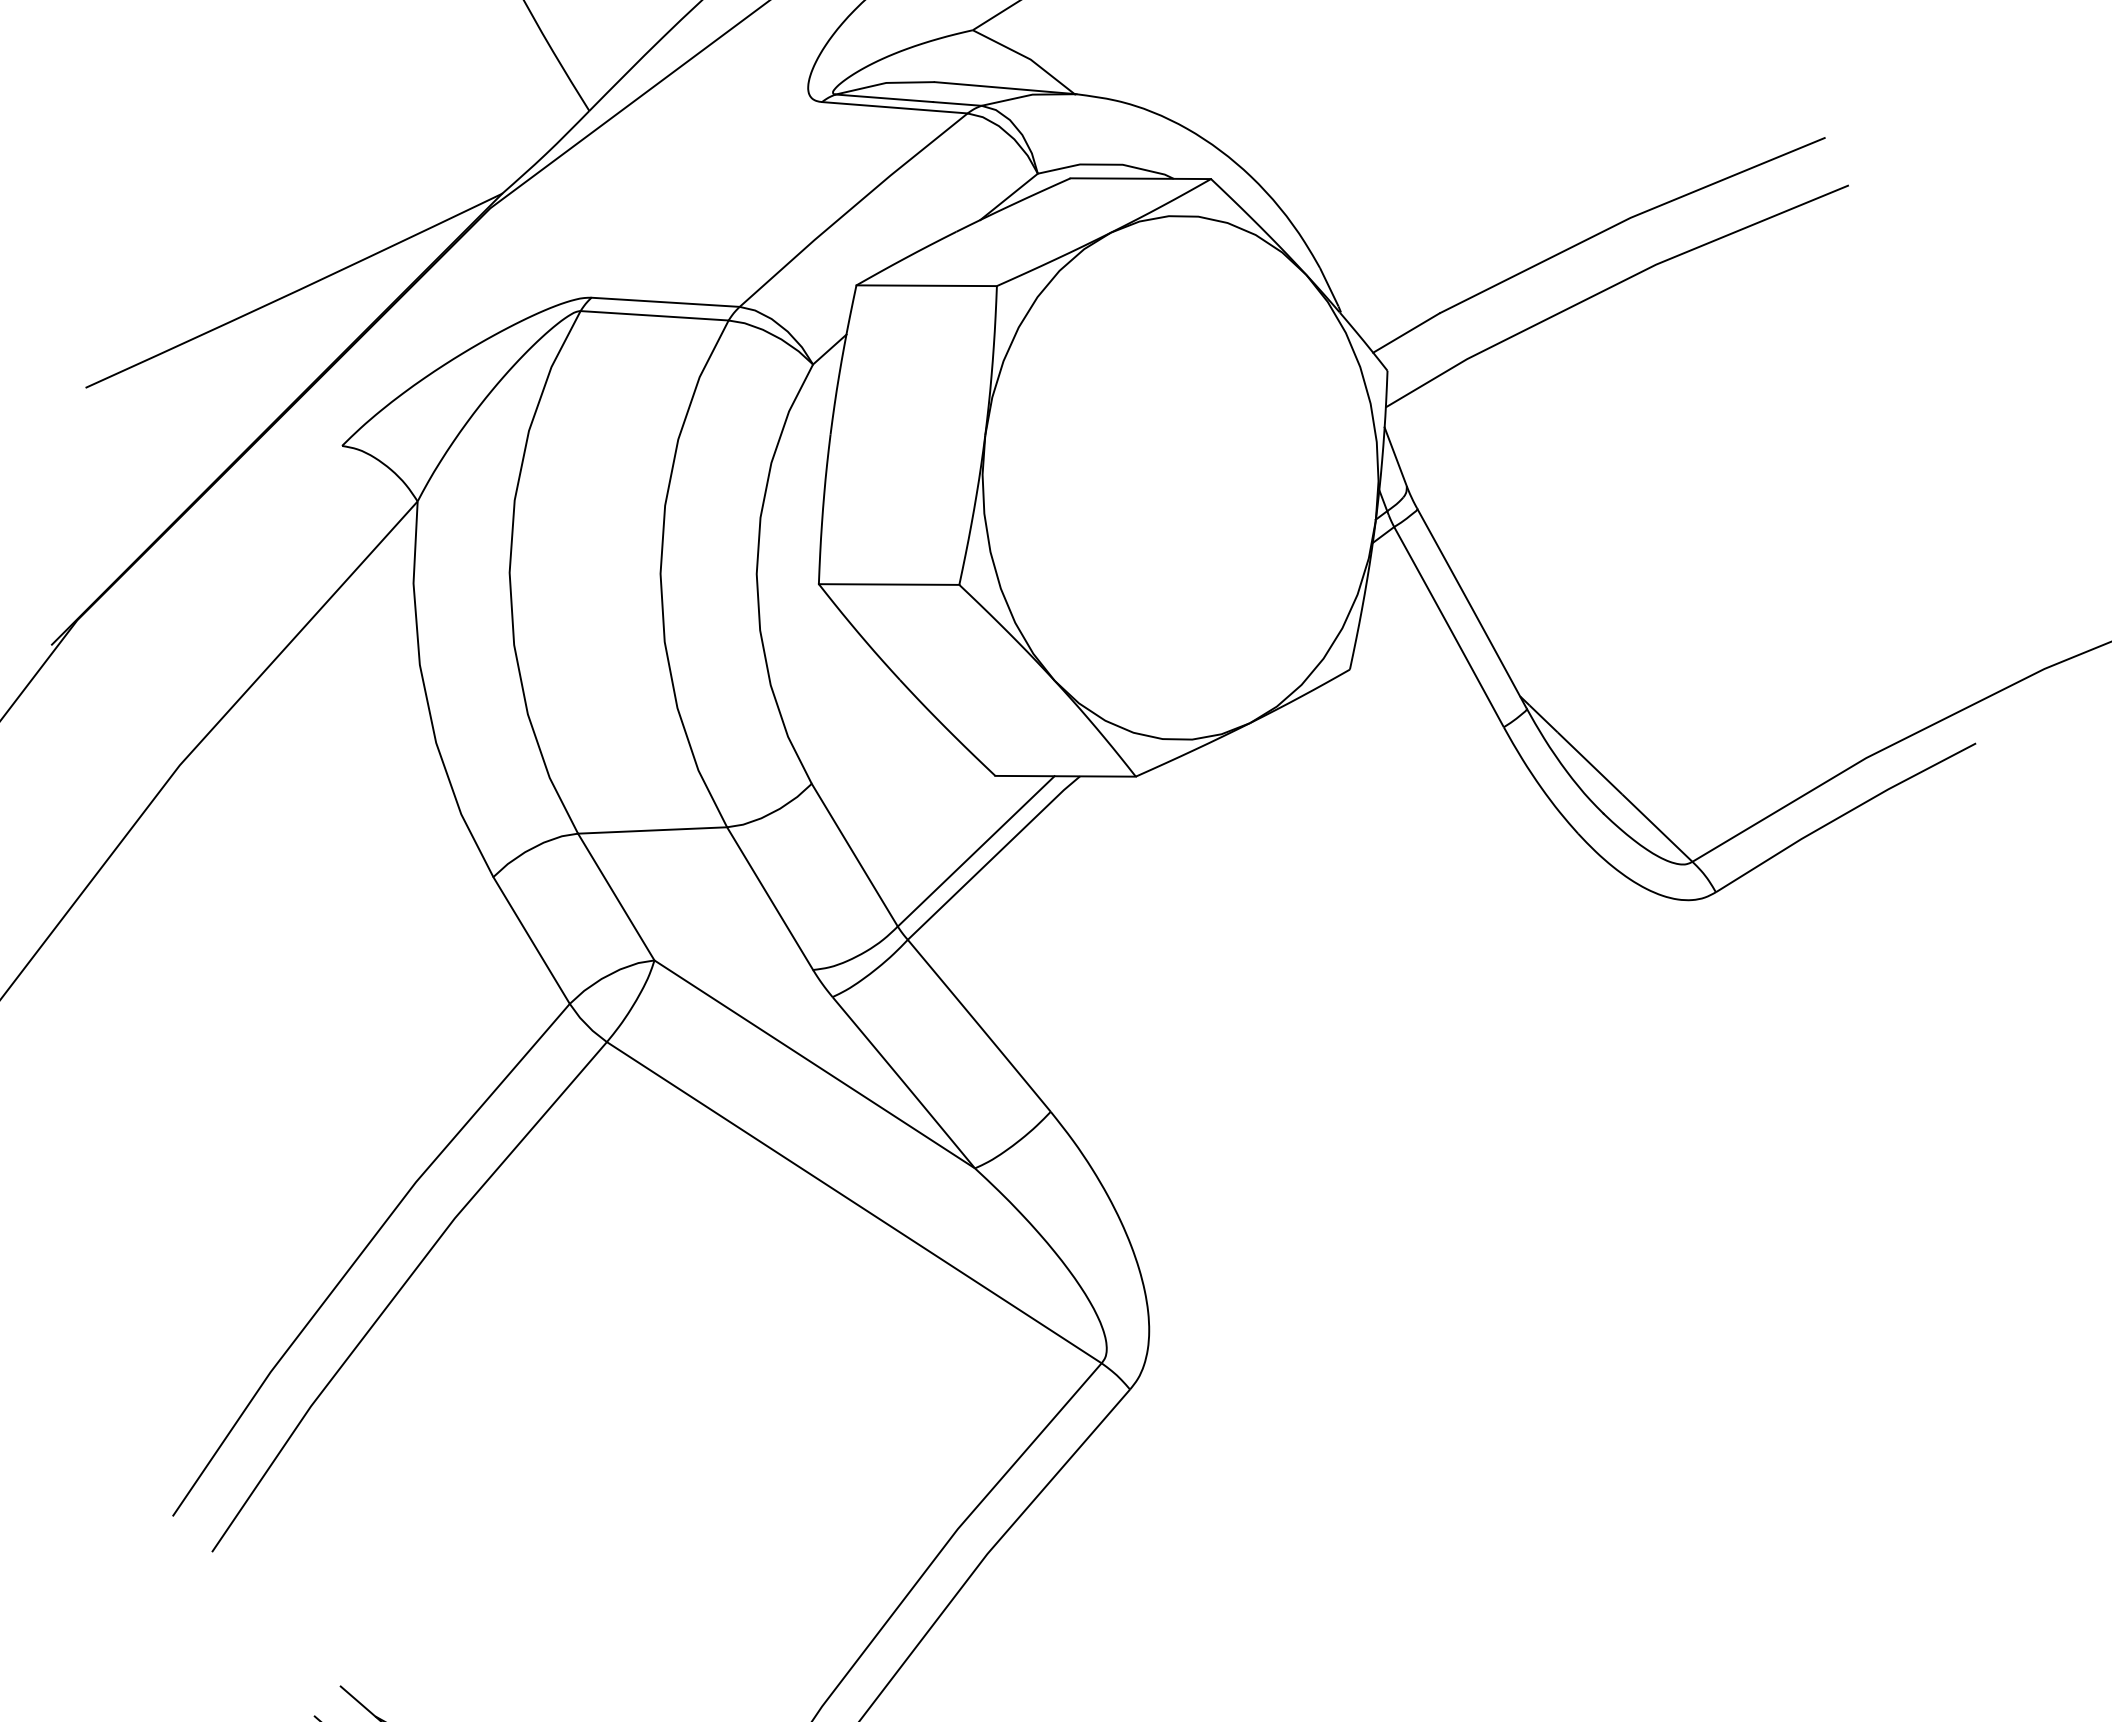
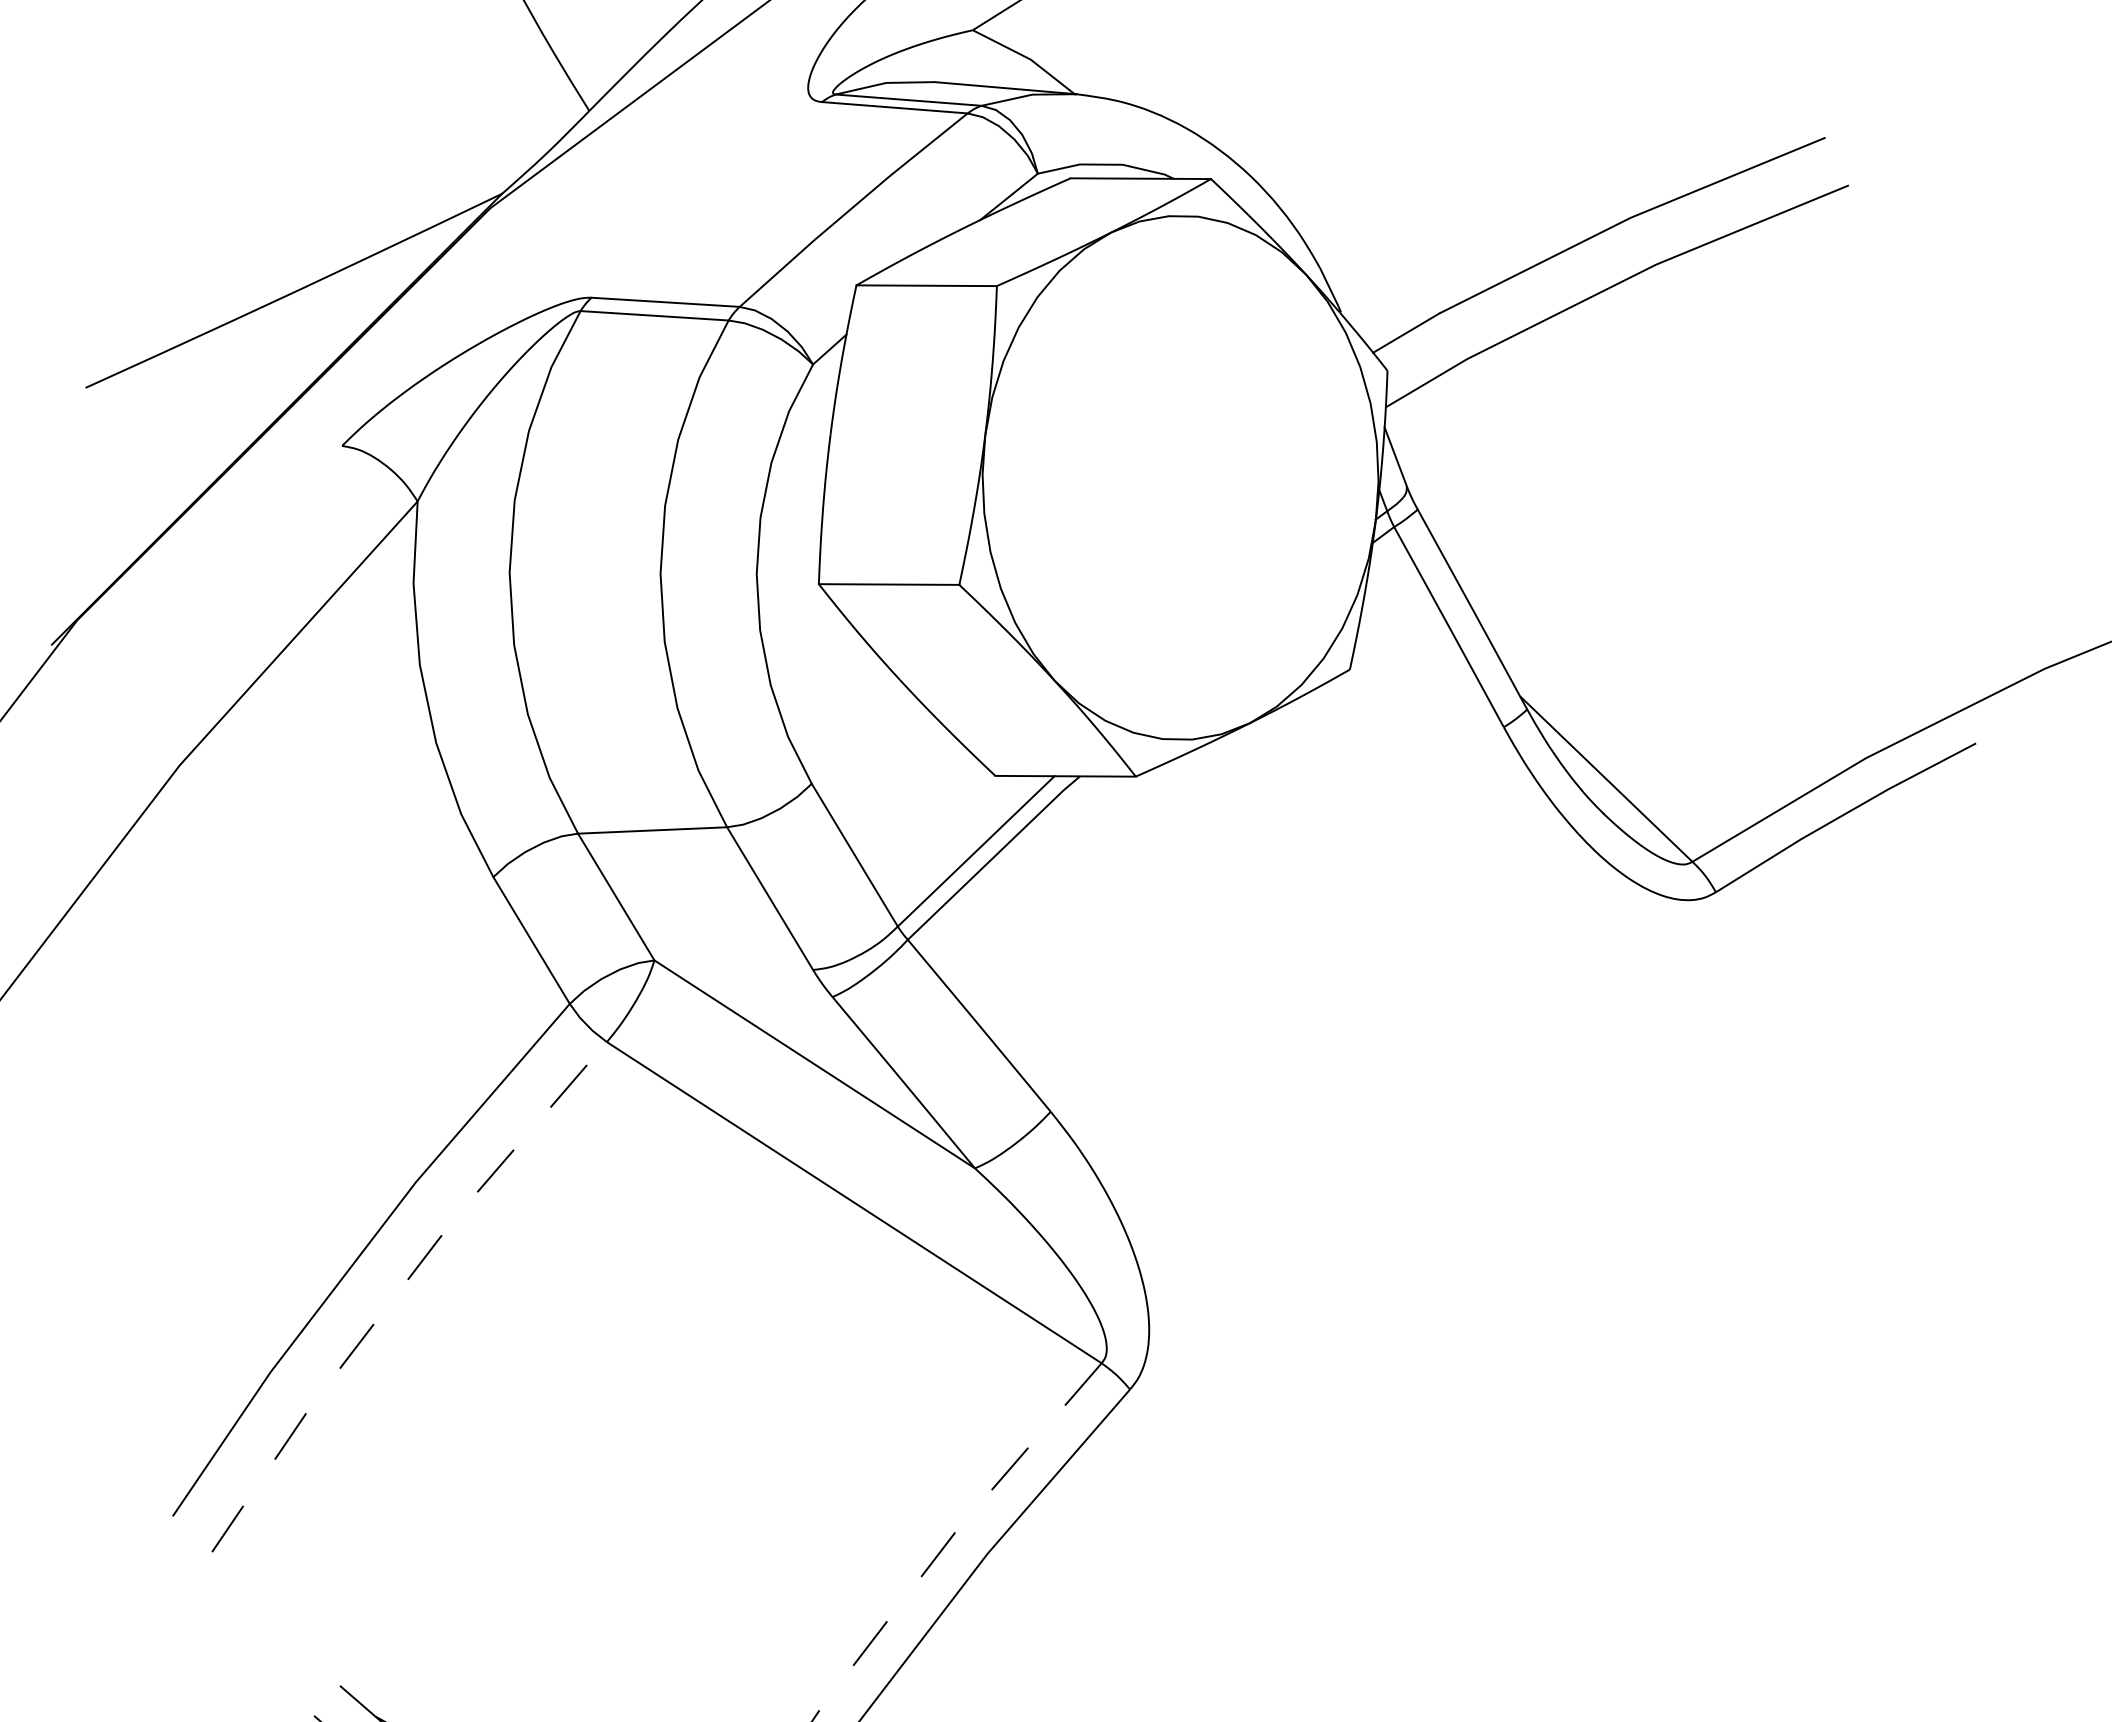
line at (400, 1289): solid -> dashed
line at (951, 1537): solid -> dashed
